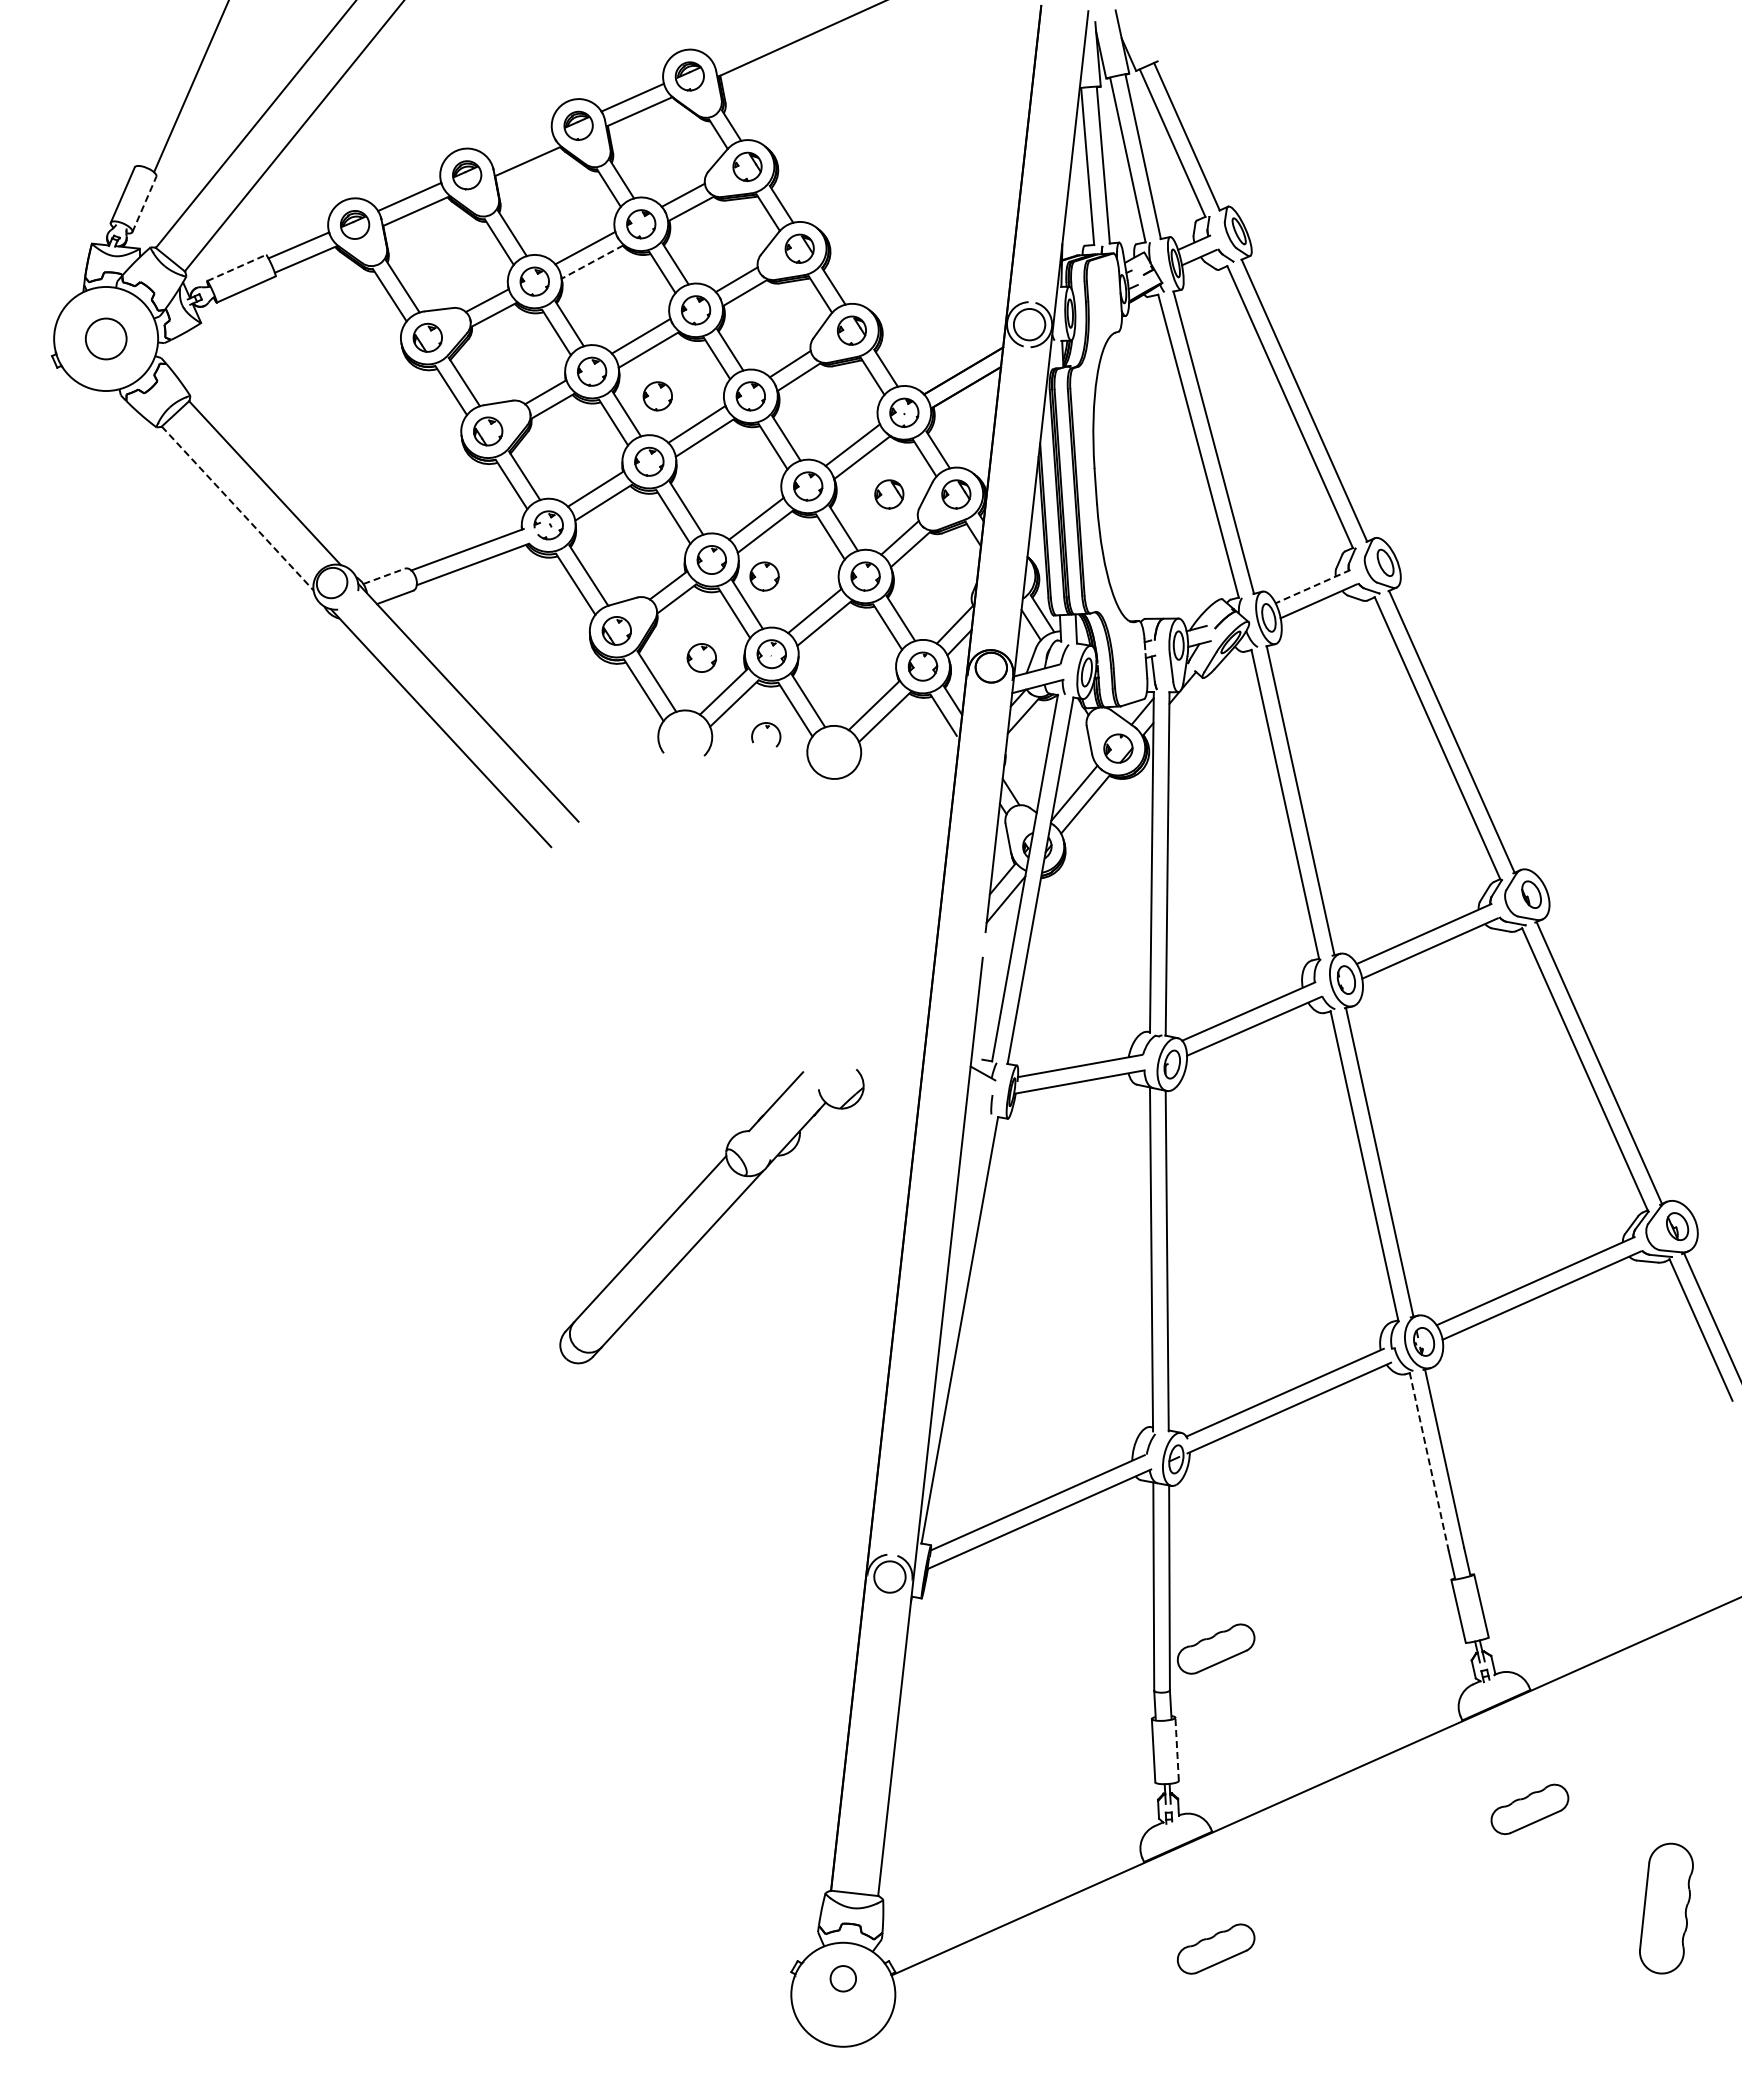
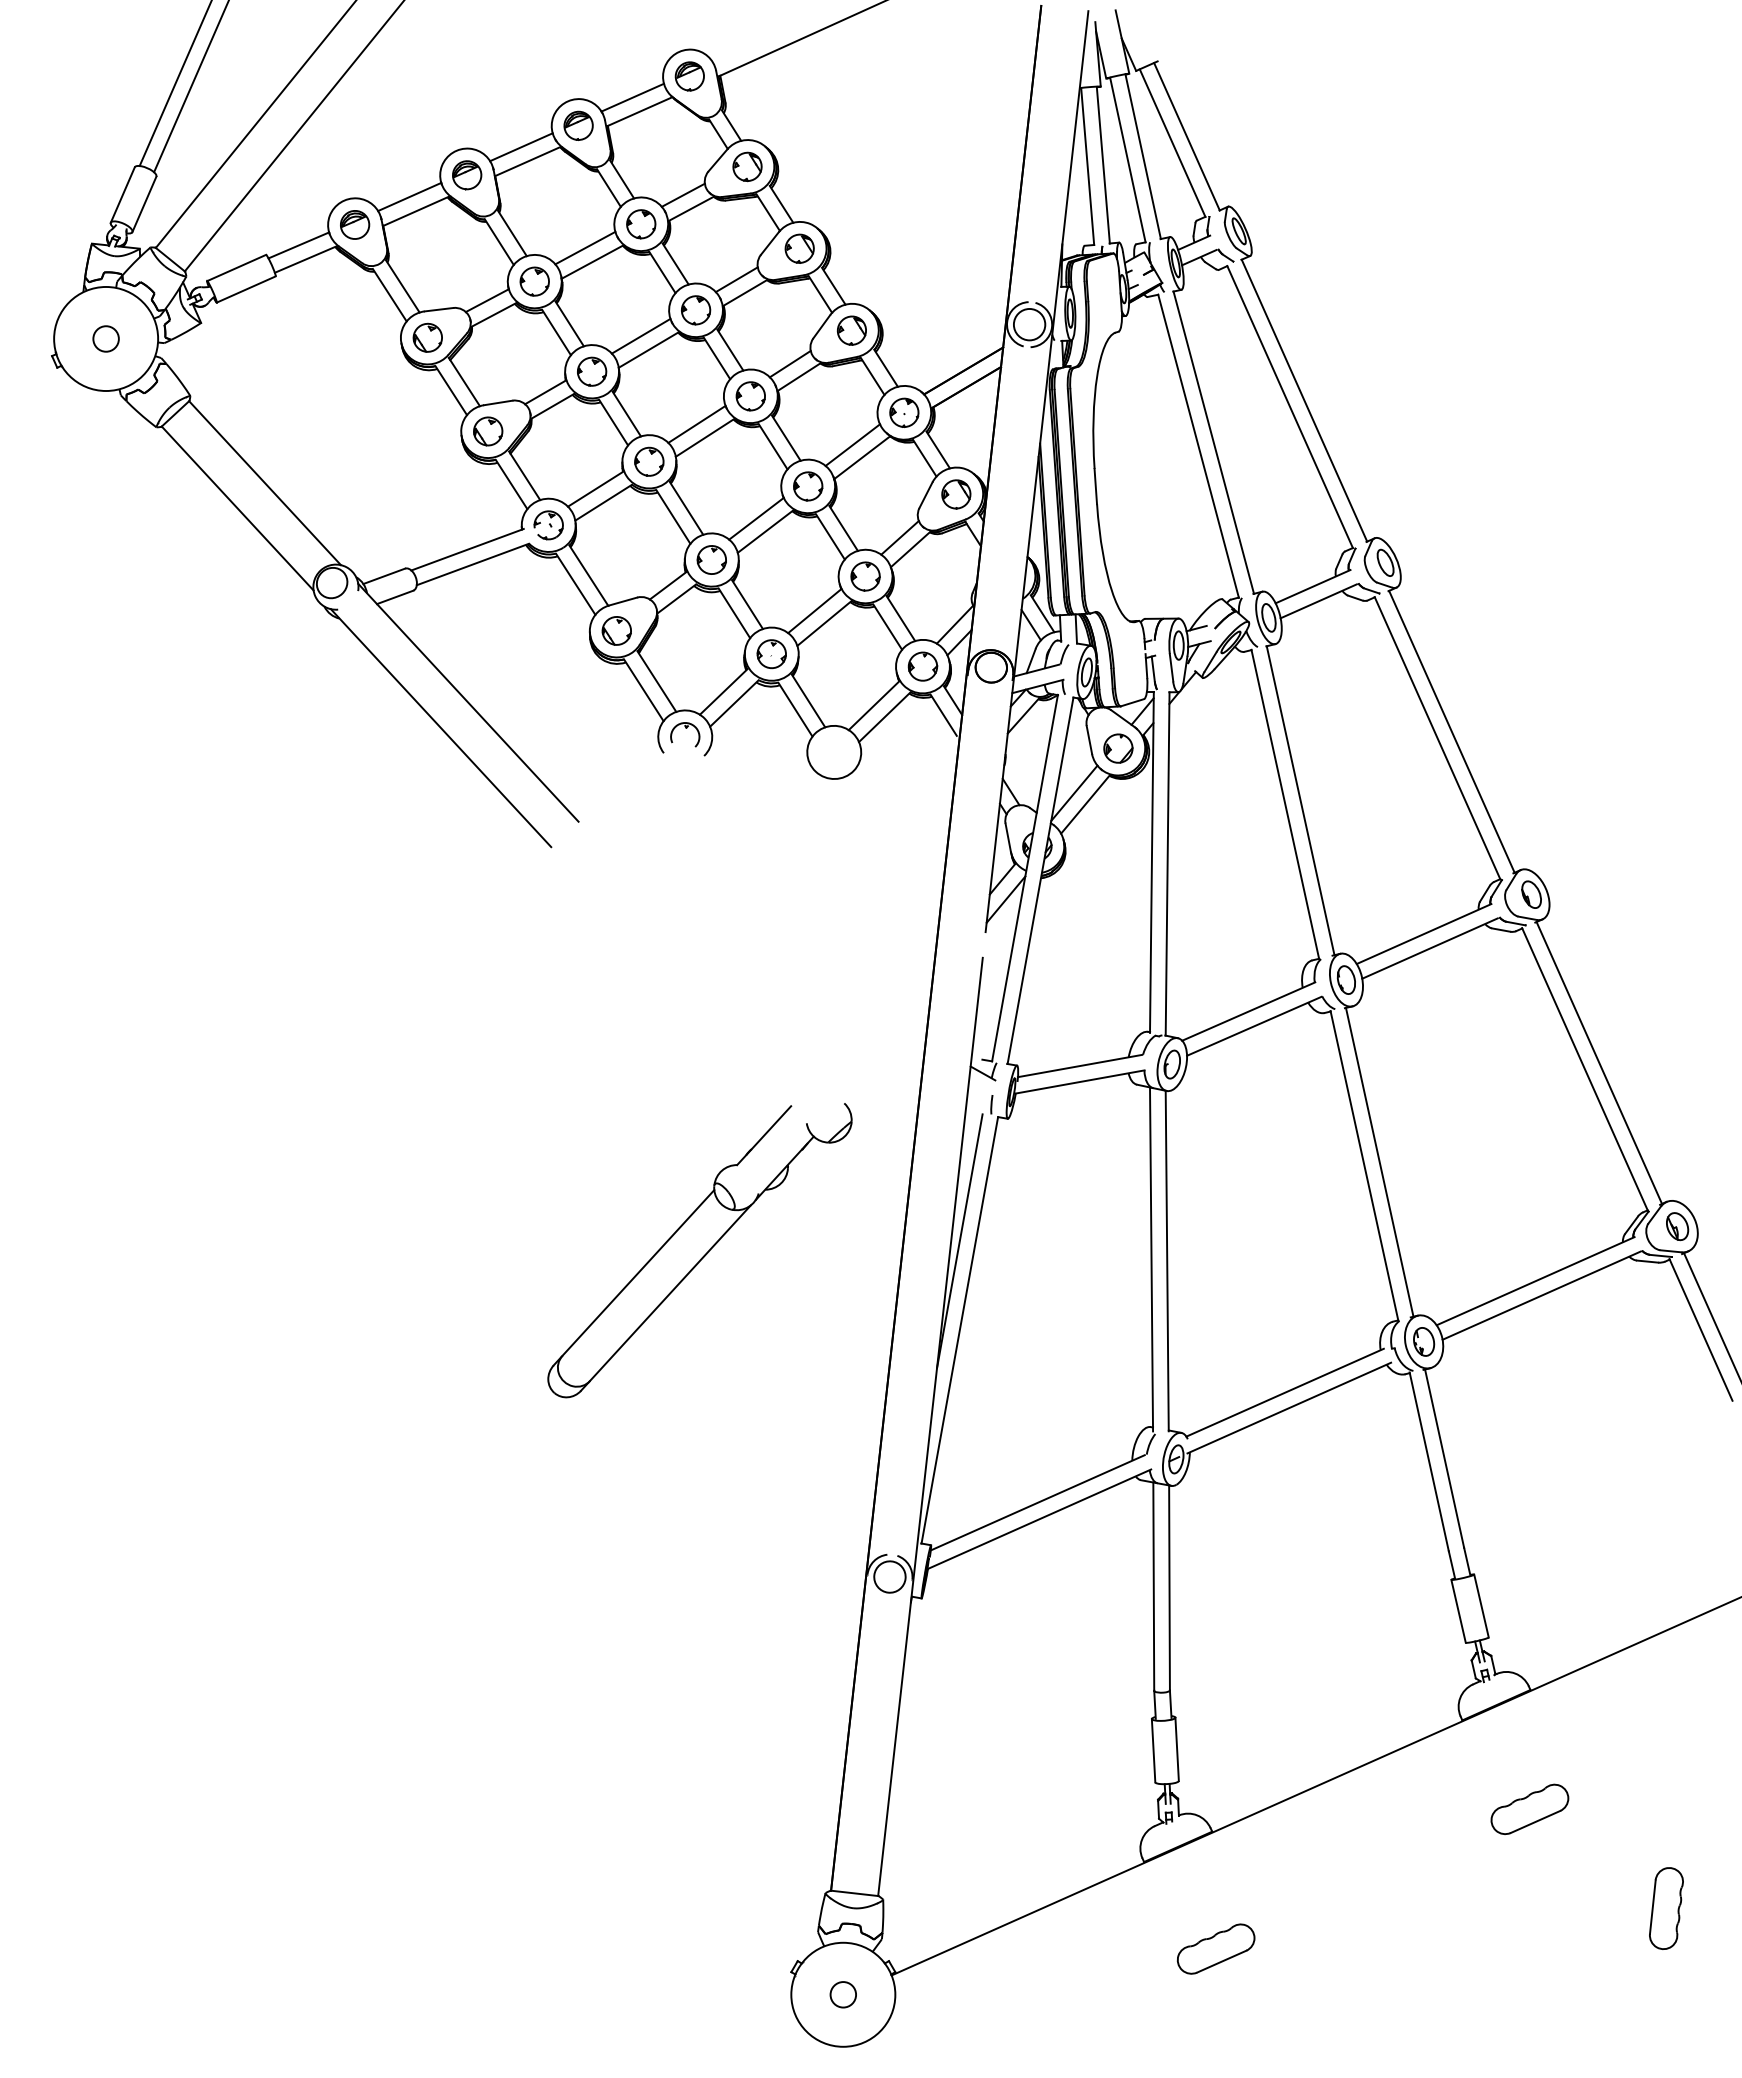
line at (175, 84): none -> present
line at (521, 147): none -> present
line at (144, 203): dashed -> solid
line at (592, 262): dashed -> solid
line at (237, 267): dashed -> solid
circle at (105, 338) size: 44x44 px -> 28x28 px
part at (657, 396): present -> none
part at (889, 494): present -> none
line at (237, 508): dashed -> solid
line at (384, 576): dashed -> solid
part at (764, 576): present -> none
line at (1313, 586): dashed -> solid
part at (701, 657): present -> none
part at (766, 734) position: (766, 734) -> (685, 734)
part at (711, 1216) position: (711, 1216) -> (699, 1250)
line at (959, 1241): none -> present
line at (1429, 1461): dashed -> solid
part at (1215, 1648): present -> none
line at (1177, 1749): dashed -> solid
part at (1666, 1908) size: 55x133 px -> 35x83 px
circle at (842, 1978) position: (842, 1978) -> (842, 1994)
